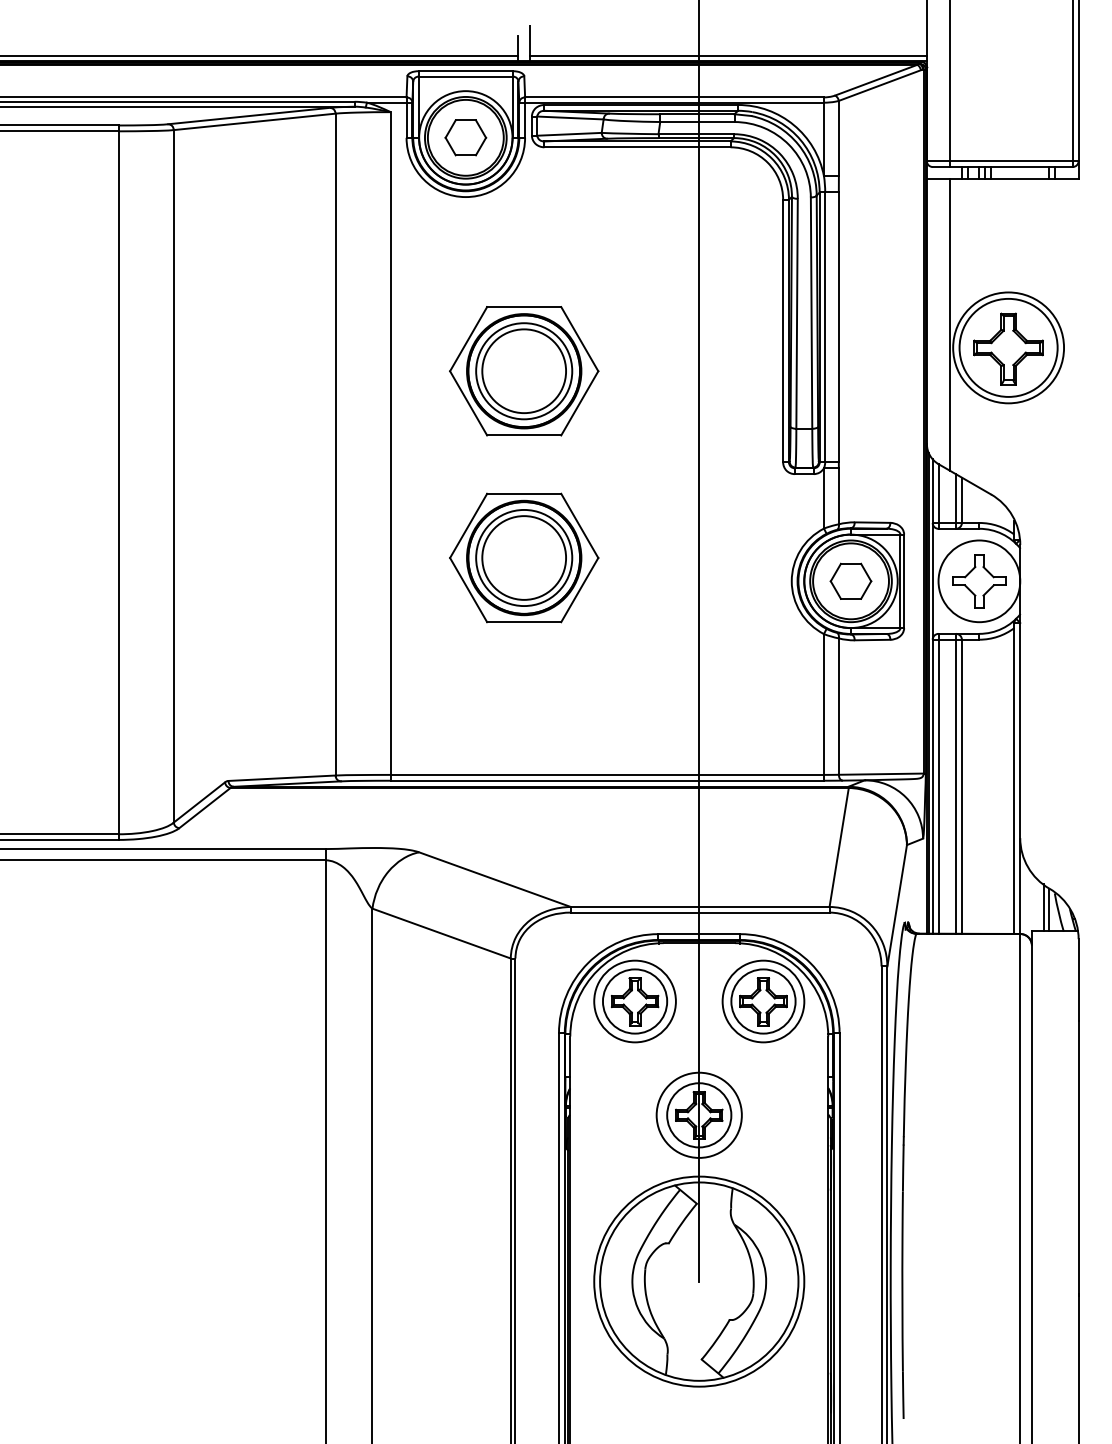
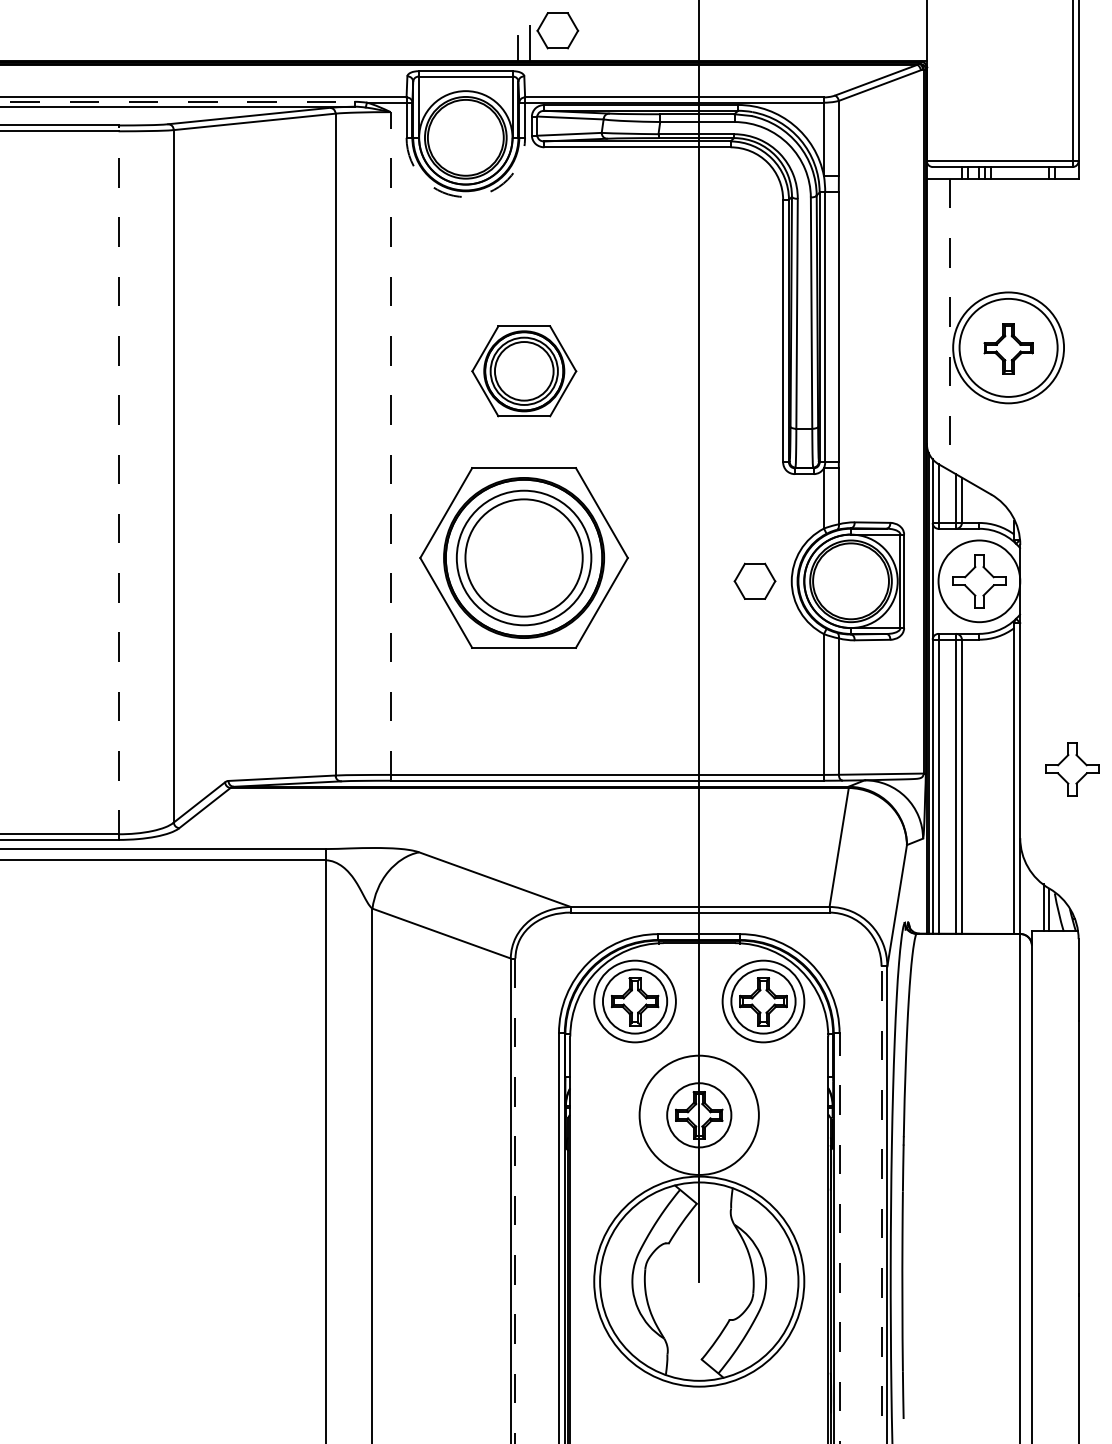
line at (260, 56): present -> none
line at (728, 56): present -> none
line at (950, 84): present -> none
line at (177, 101): solid -> dashed
part at (465, 137) position: (465, 137) -> (557, 30)
arc at (465, 197): solid -> dashed
line at (950, 325): solid -> dashed
part at (1008, 348) size: 71x74 px -> 51x52 px
part at (524, 371) size: 151x131 px -> 107x93 px
line at (390, 445): solid -> dashed
line at (118, 482): solid -> dashed
part at (524, 557) size: 151x132 px -> 210x182 px
part at (850, 580) position: (850, 580) -> (754, 580)
part at (1072, 769): none -> present
circle at (698, 1114) diameter: 85 px -> 119 px
line at (515, 1201): solid -> dashed
line at (881, 1204): solid -> dashed
line at (839, 1238): solid -> dashed
